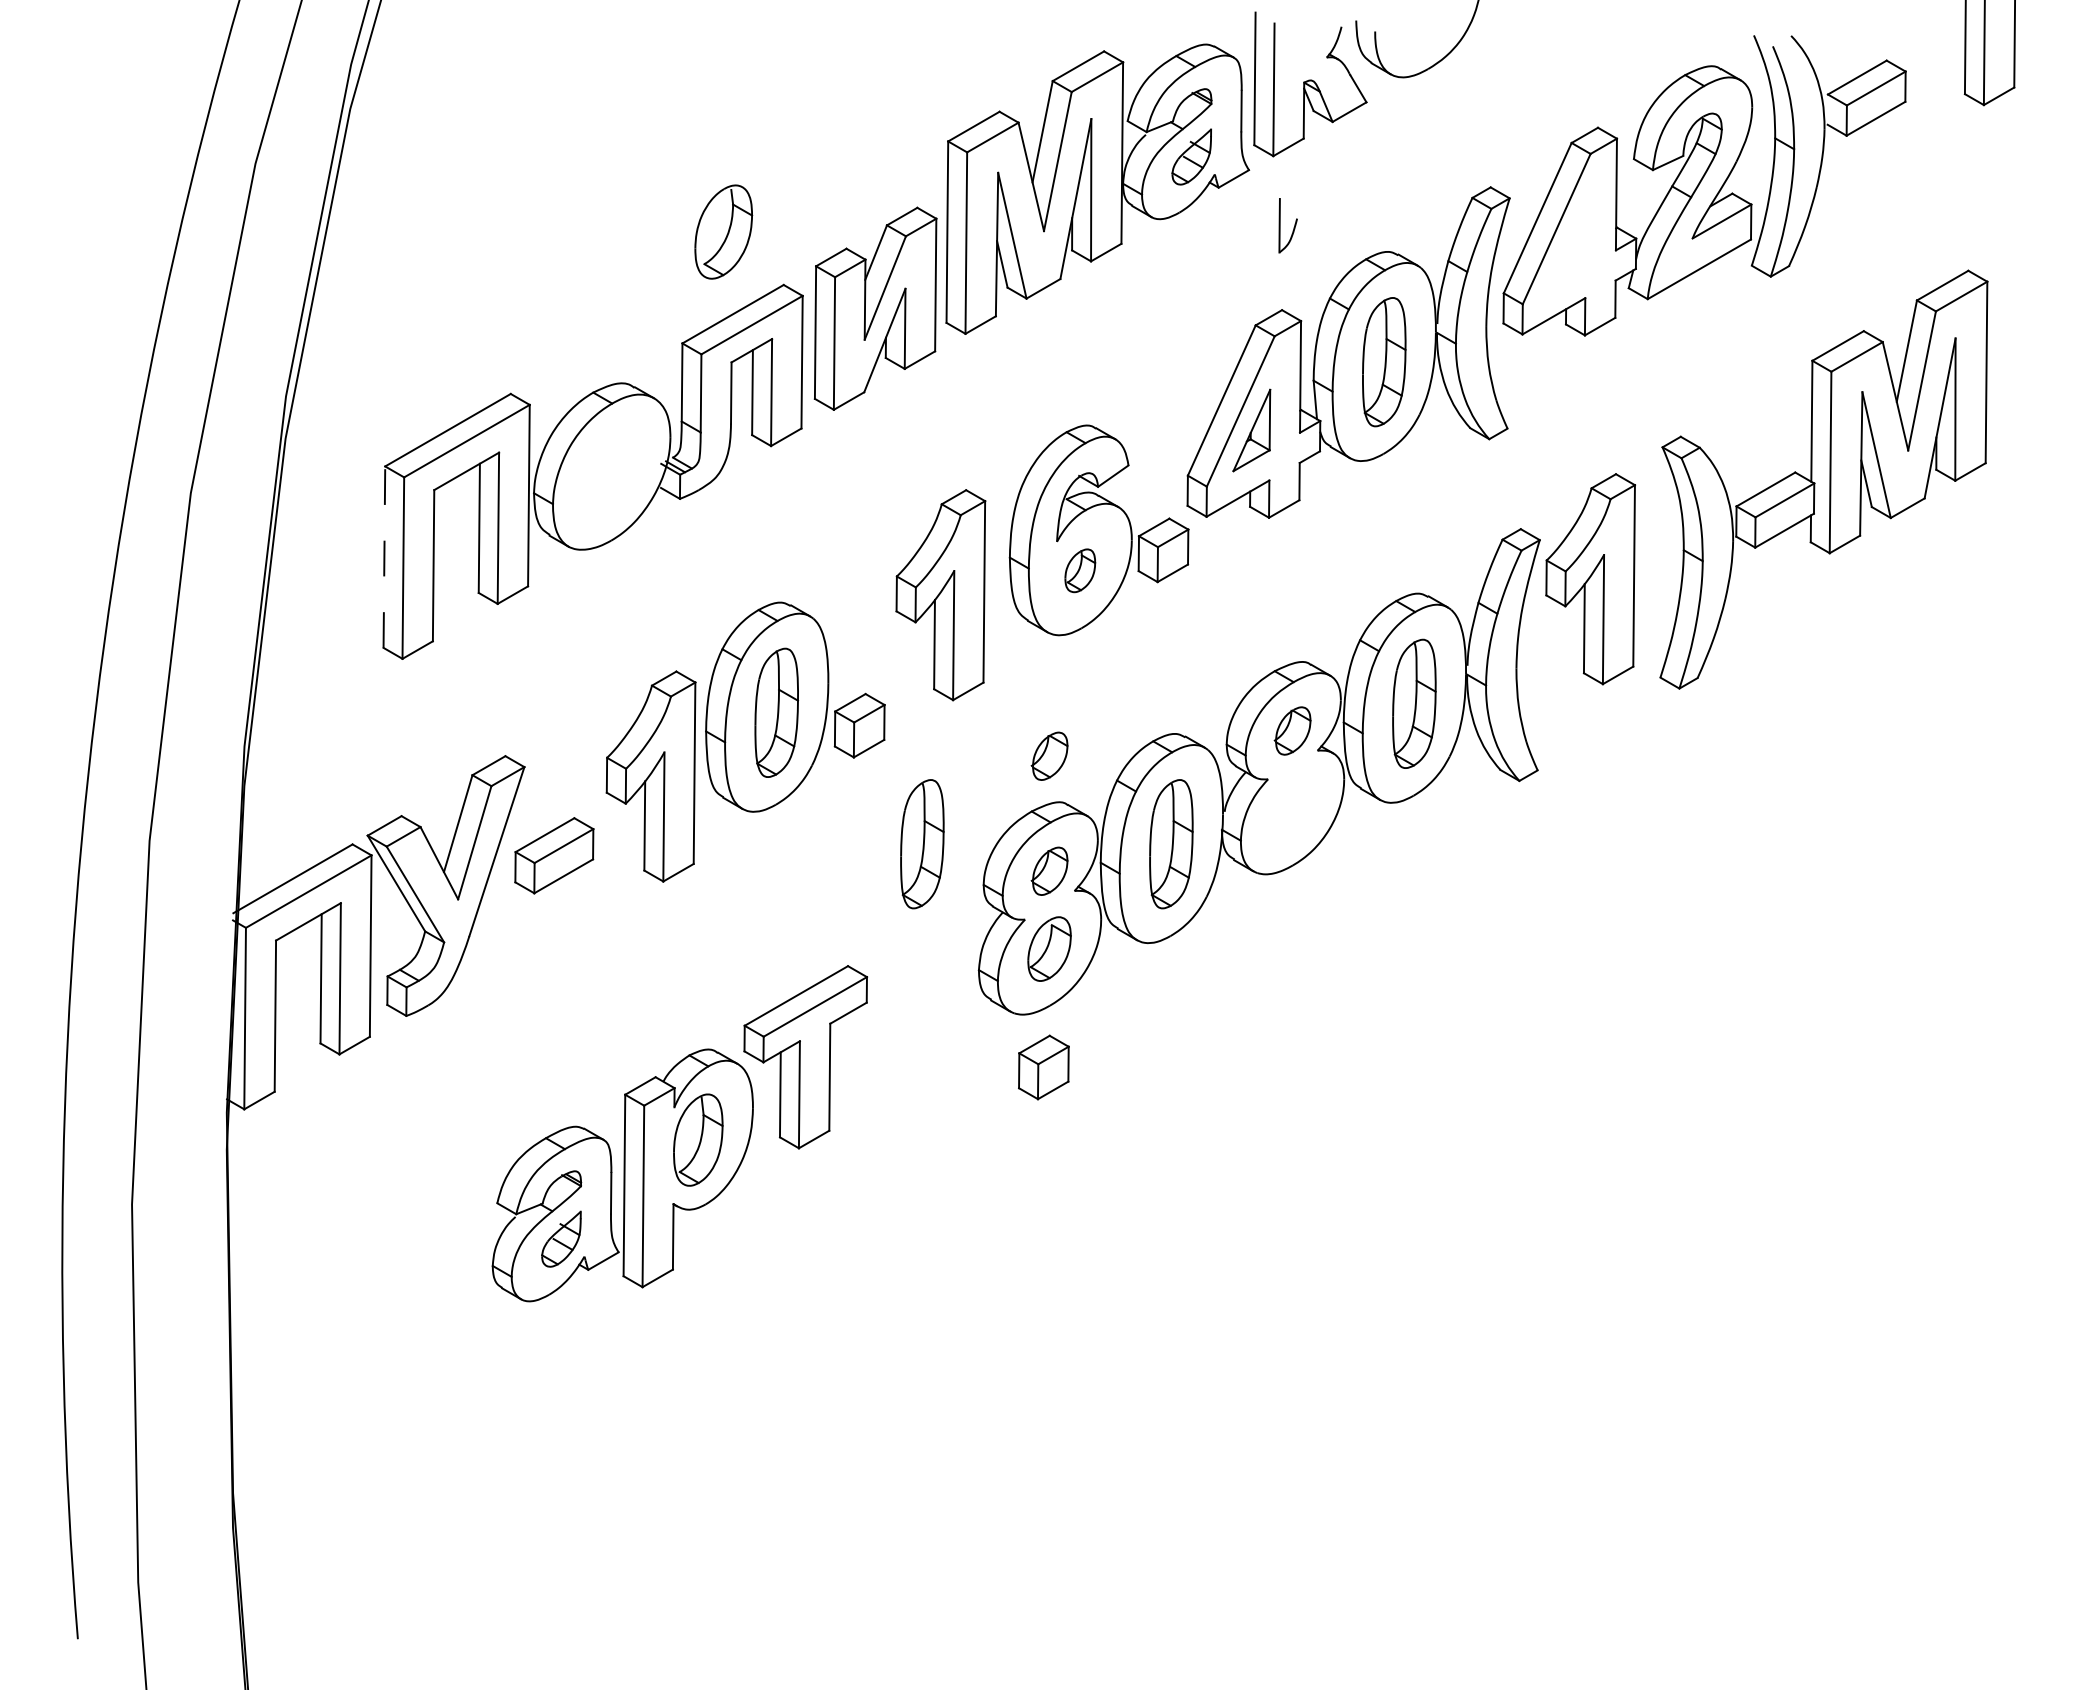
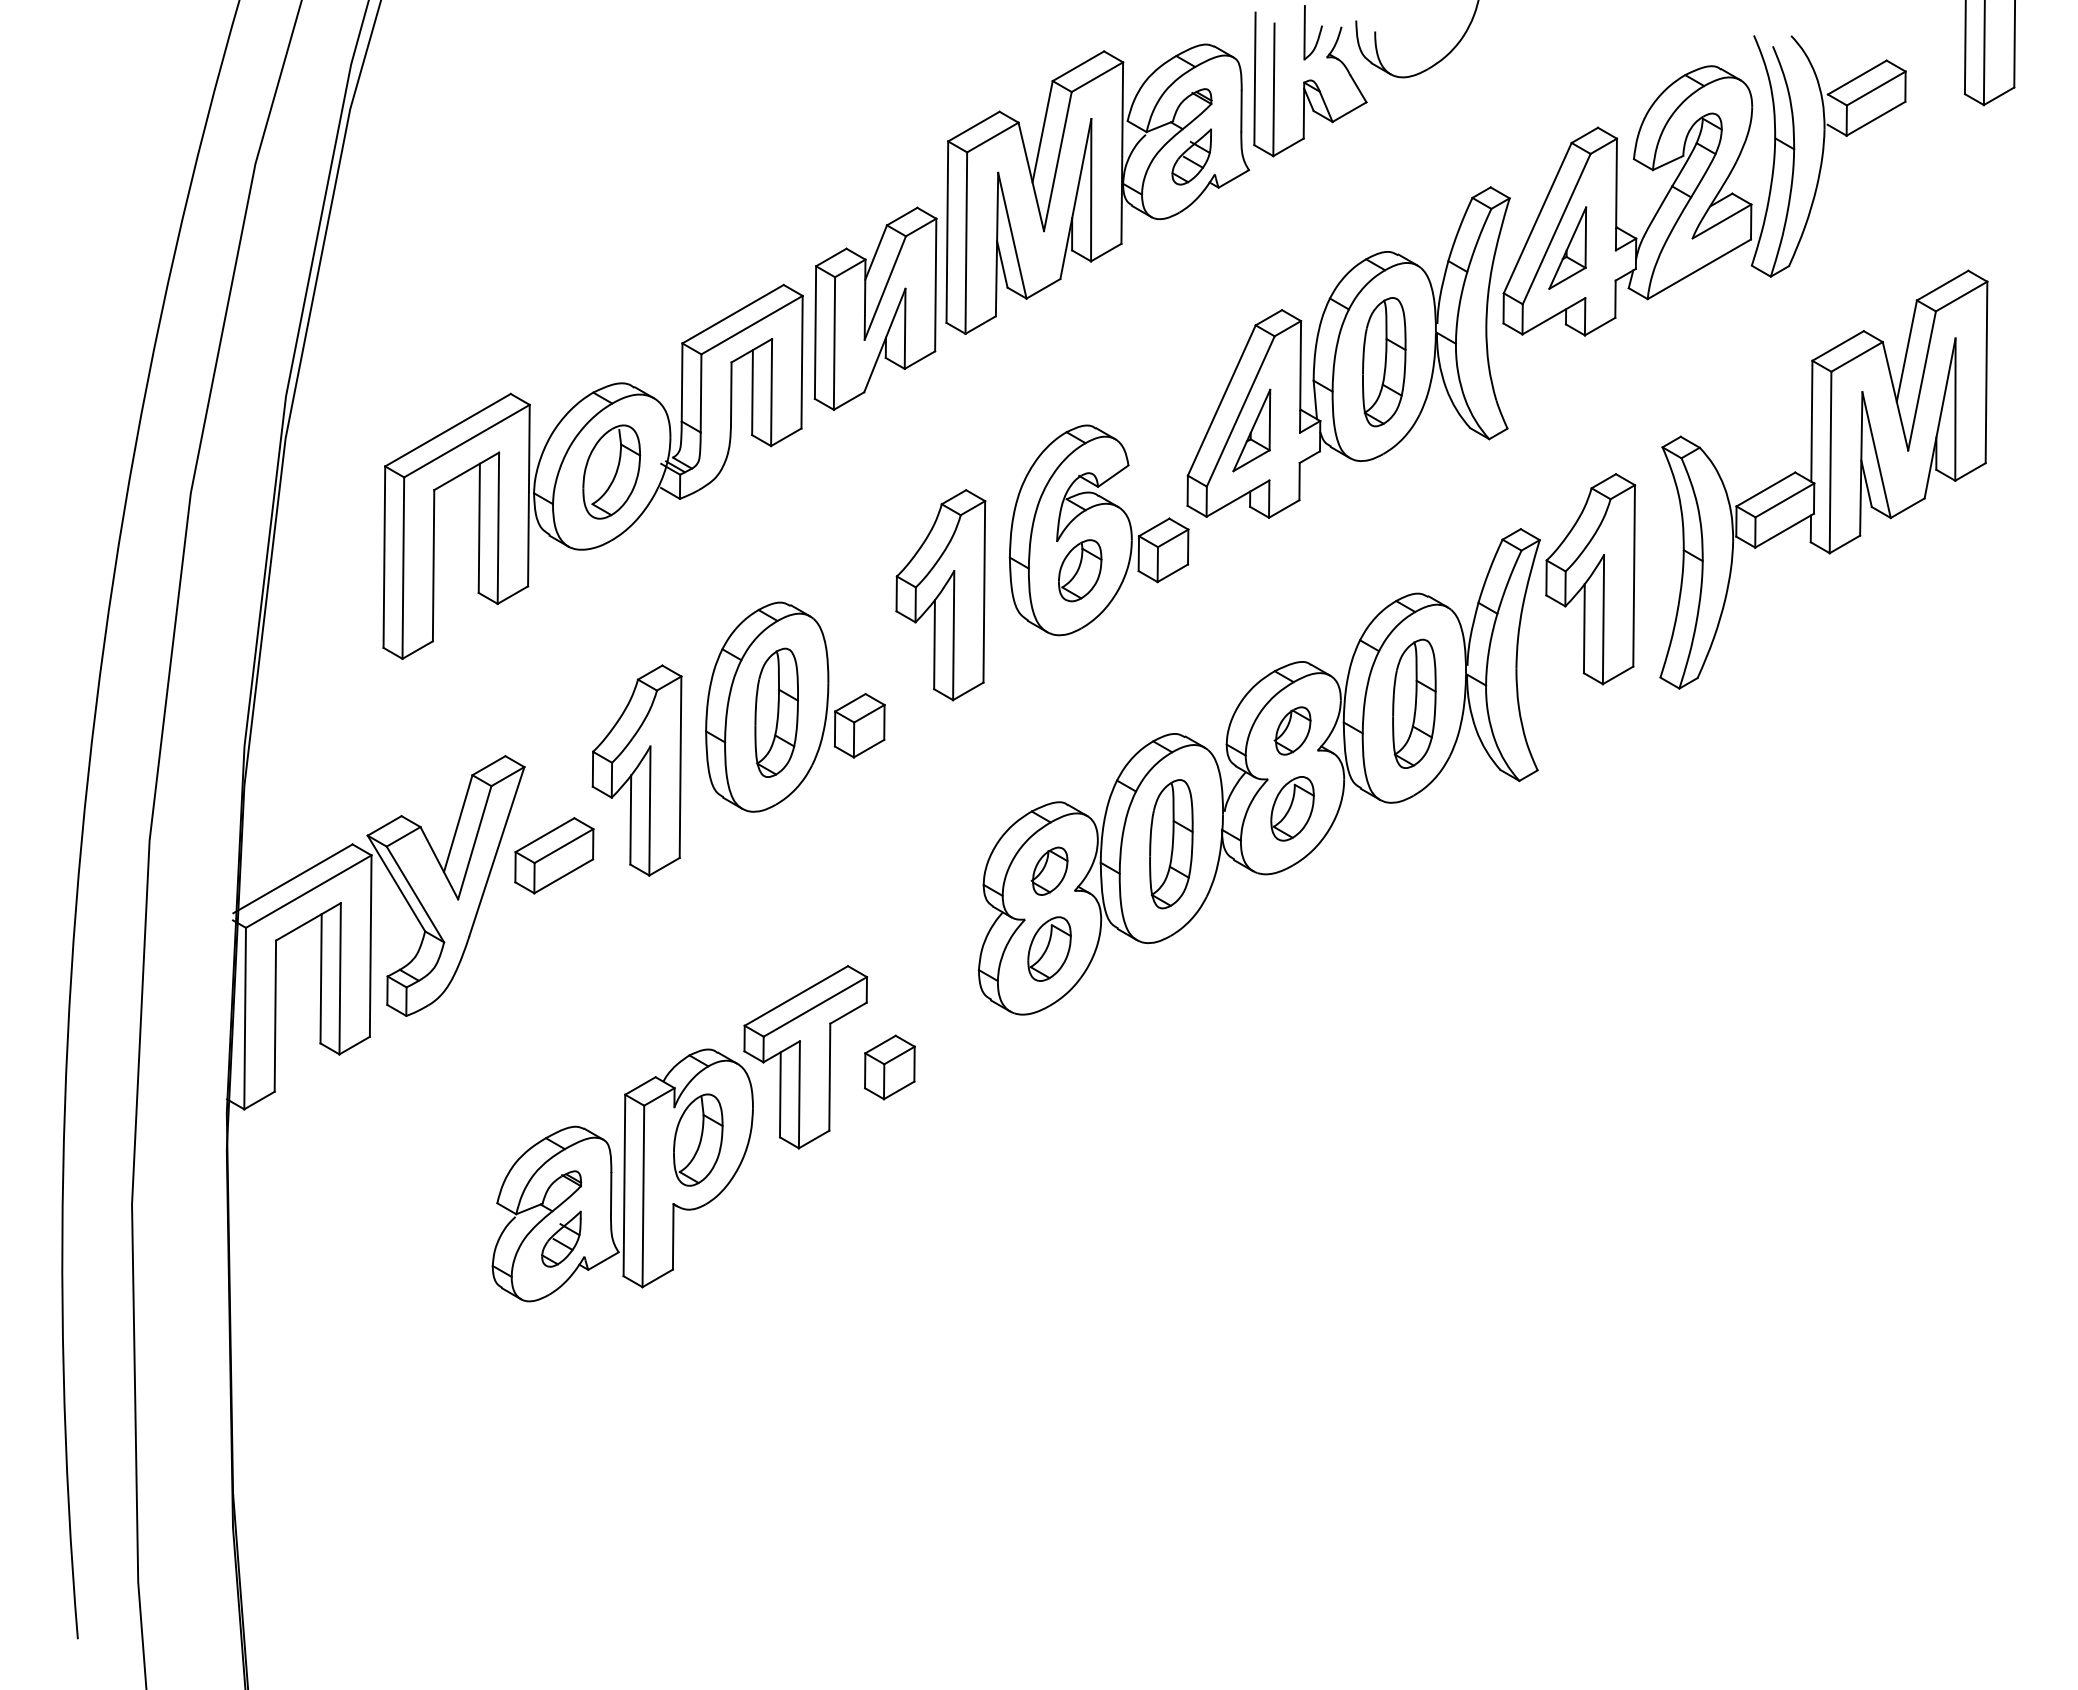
part at (1293, 227) position: (1293, 227) -> (1318, 34)
part at (723, 231) position: (723, 231) -> (611, 471)
part at (1567, 247): none -> present
line at (384, 557): dashed -> solid
part at (1080, 570) size: 33x46 px -> 45x64 px
part at (1049, 755): present -> none
part at (650, 776) position: (650, 776) -> (636, 770)
part at (1292, 808): none -> present
part at (922, 844): present -> none
part at (1043, 1067) position: (1043, 1067) -> (889, 1067)
